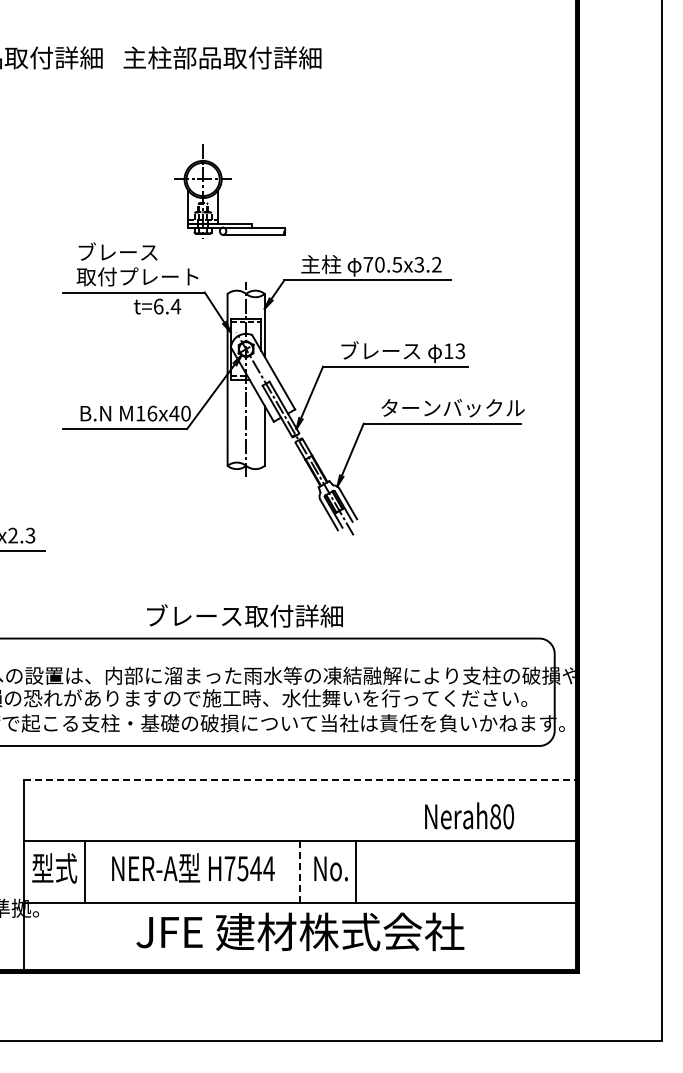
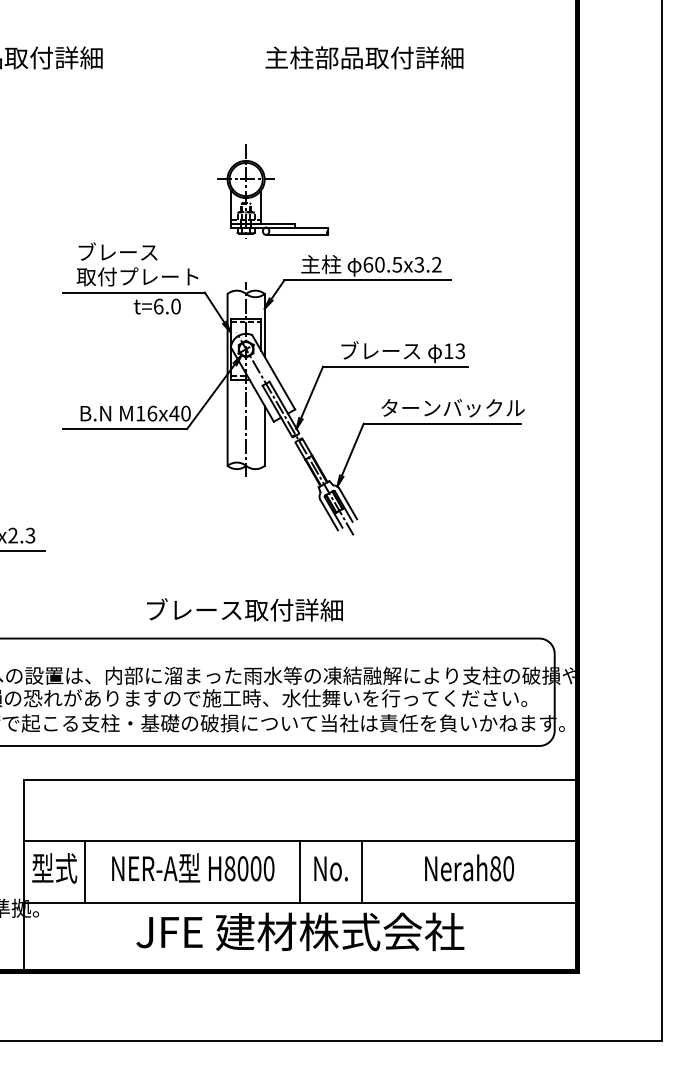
text at (222, 57) position: (222, 57) -> (364, 57)
part at (221, 186) position: (221, 186) -> (264, 186)
text at (368, 264): 70.5x3.2 -> 60.5x3.2
text at (175, 306): t=6.4 -> t=6.0
text at (244, 615) position: (244, 615) -> (244, 609)
line at (300, 779): dashed -> solid
text at (469, 815) position: (469, 815) -> (469, 867)
text at (249, 868): H7544 -> H8000
line at (300, 871): dashed -> solid
line at (355, 871) position: (355, 871) -> (361, 871)
